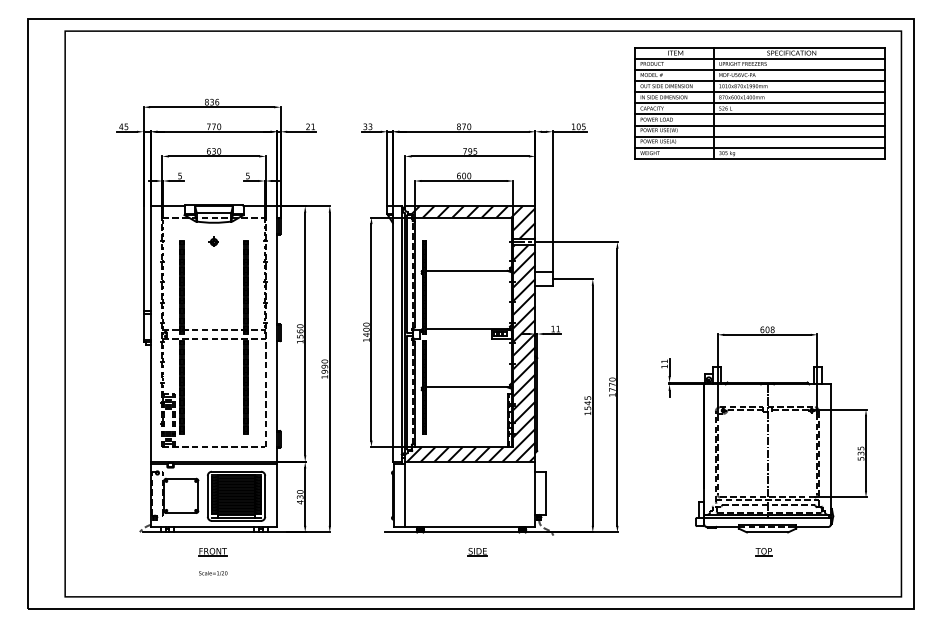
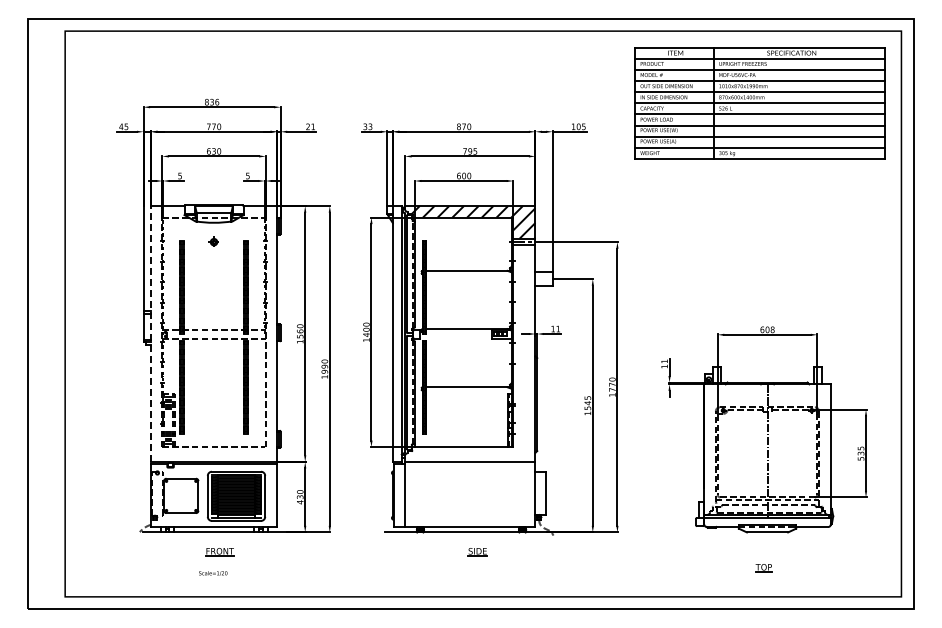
line at (150, 334): solid -> dashed
hatch at (471, 353): present -> none
part at (212, 552) position: (212, 552) -> (219, 552)
part at (763, 552) position: (763, 552) -> (763, 568)
